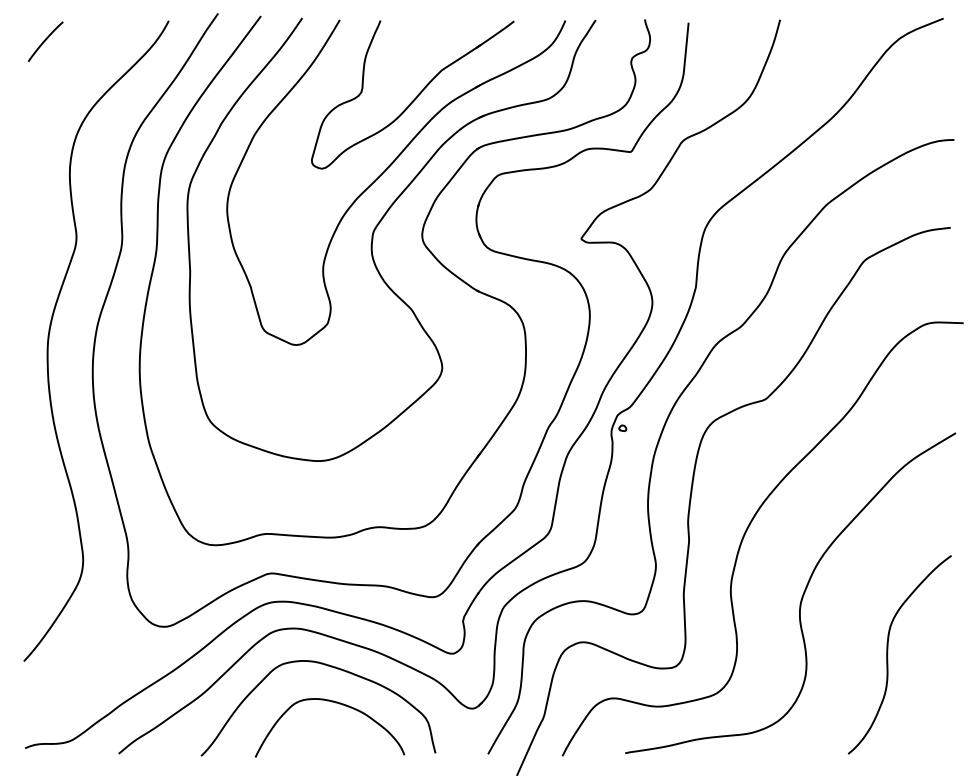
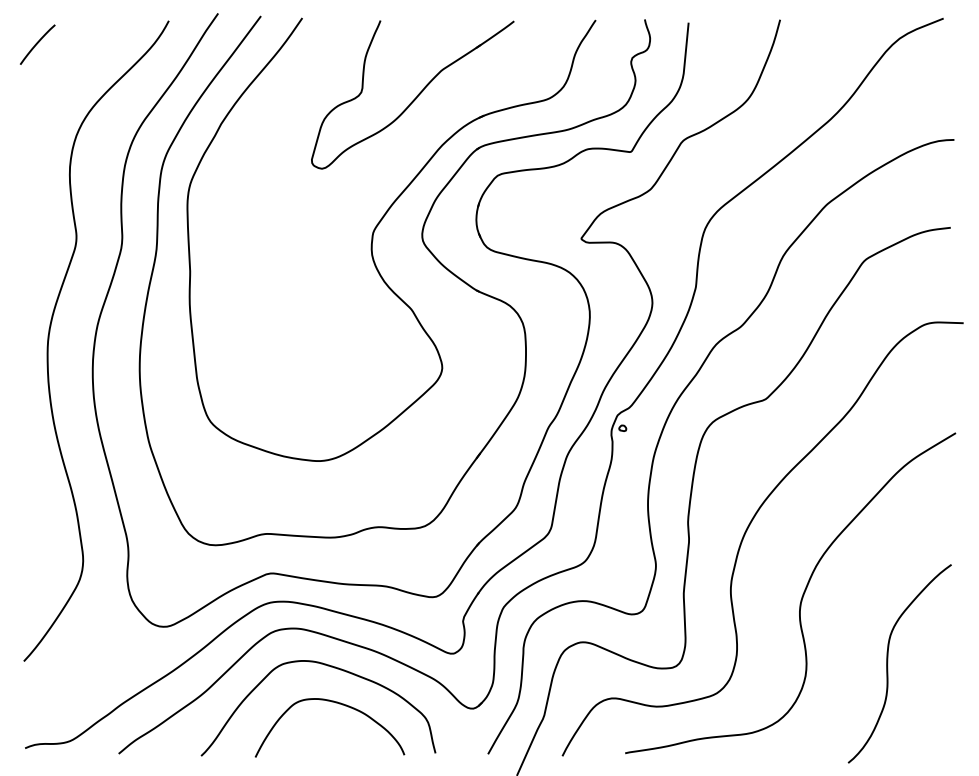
curve at (45, 41) position: (45, 41) -> (37, 44)
part at (385, 171): present -> none
curve at (888, 654) position: (888, 654) -> (888, 663)
